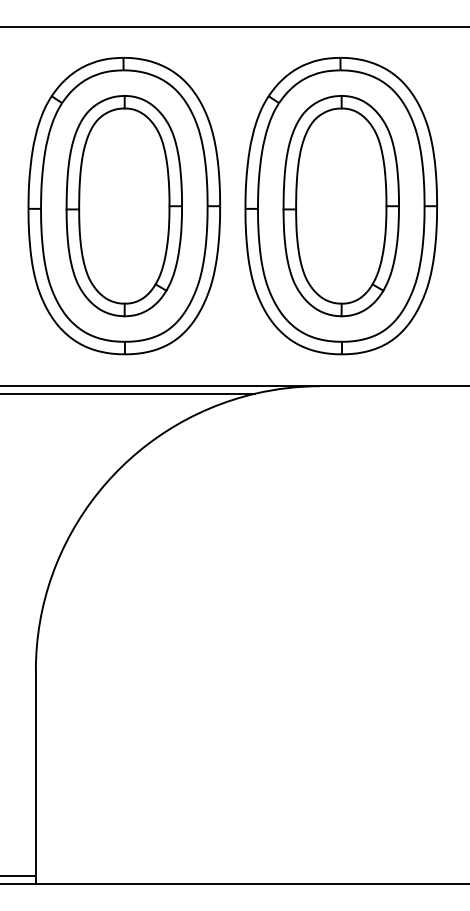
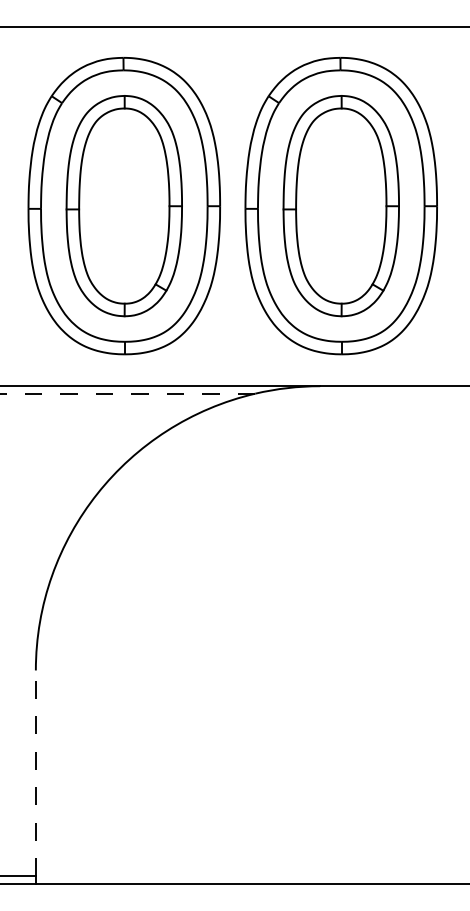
line at (127, 393): solid -> dashed
line at (35, 773): solid -> dashed
